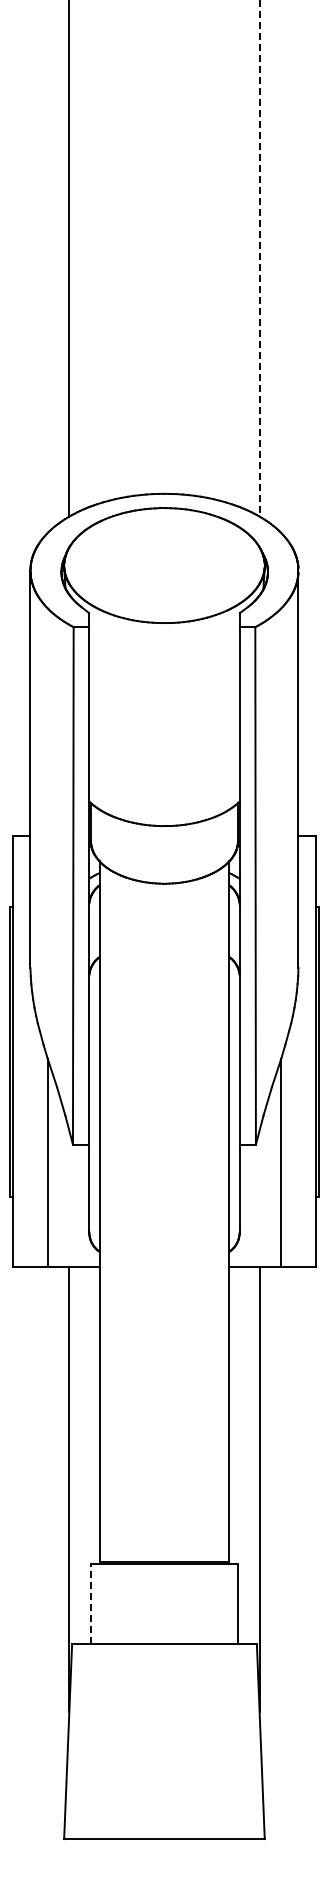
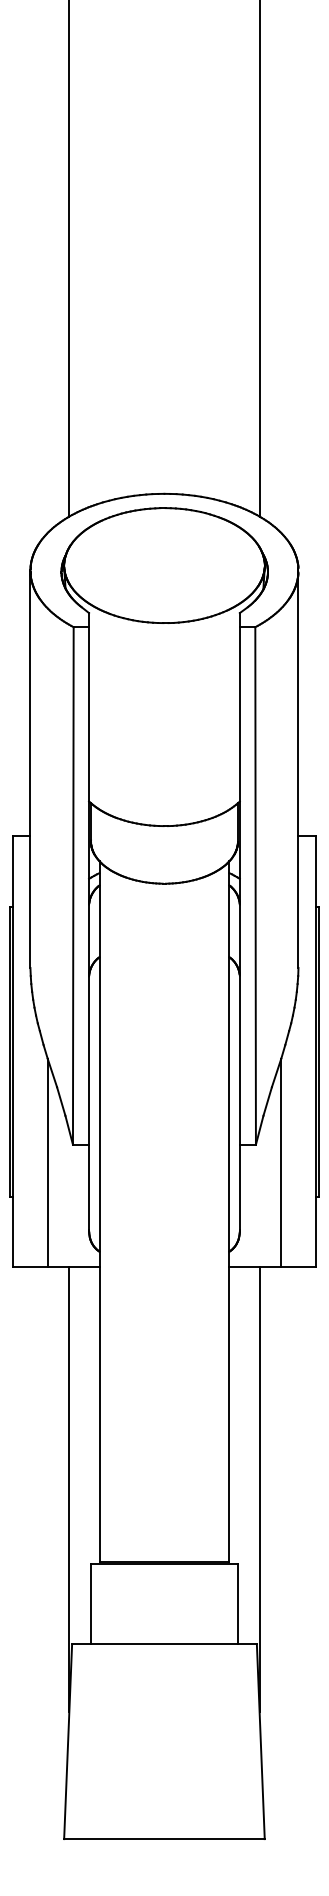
line at (259, 258): dashed -> solid
line at (90, 1603): dashed -> solid
